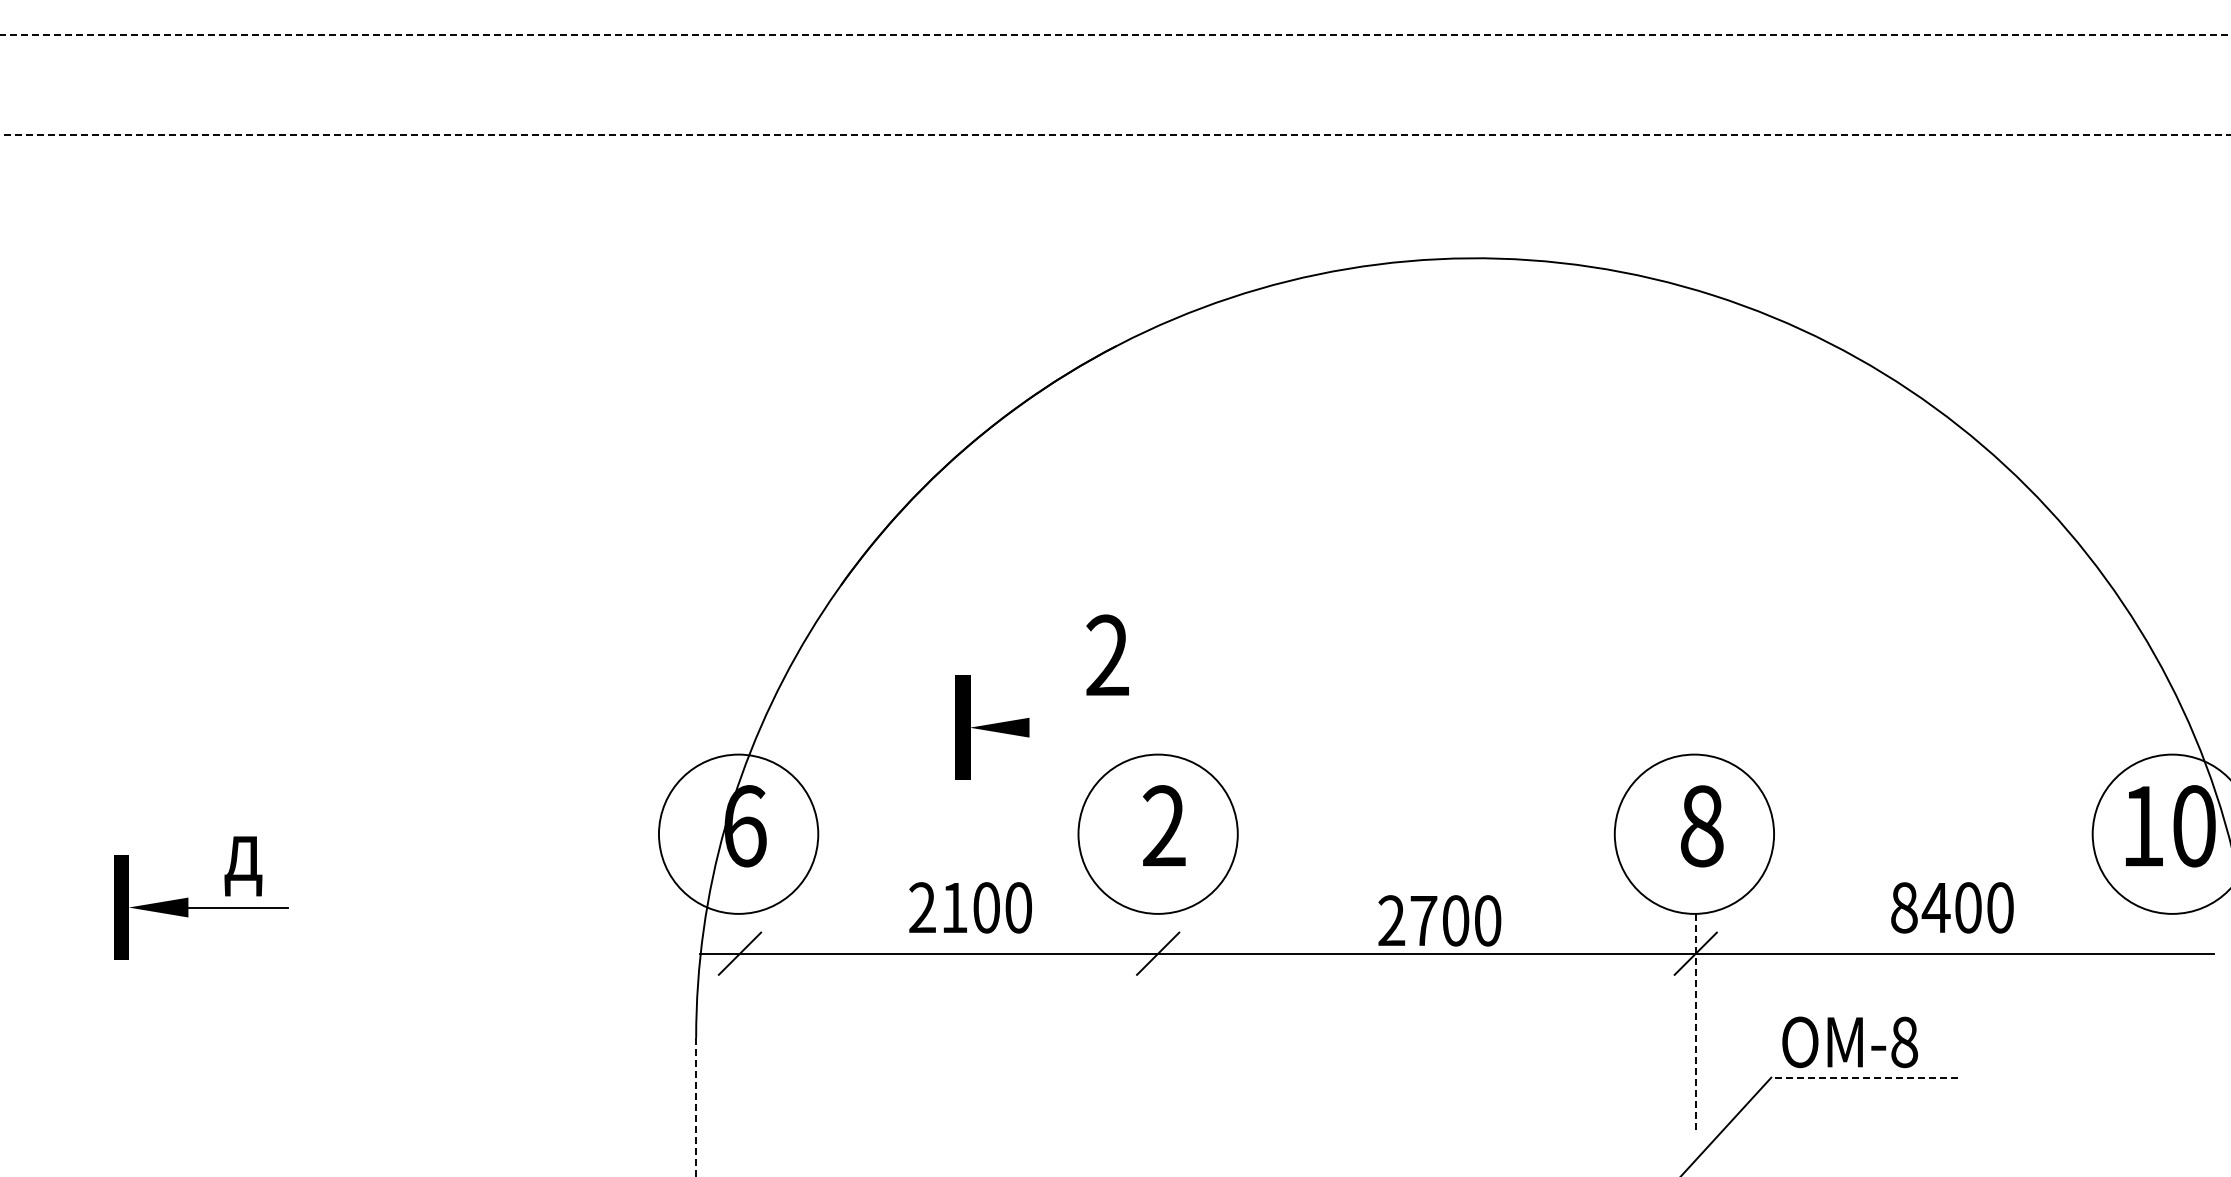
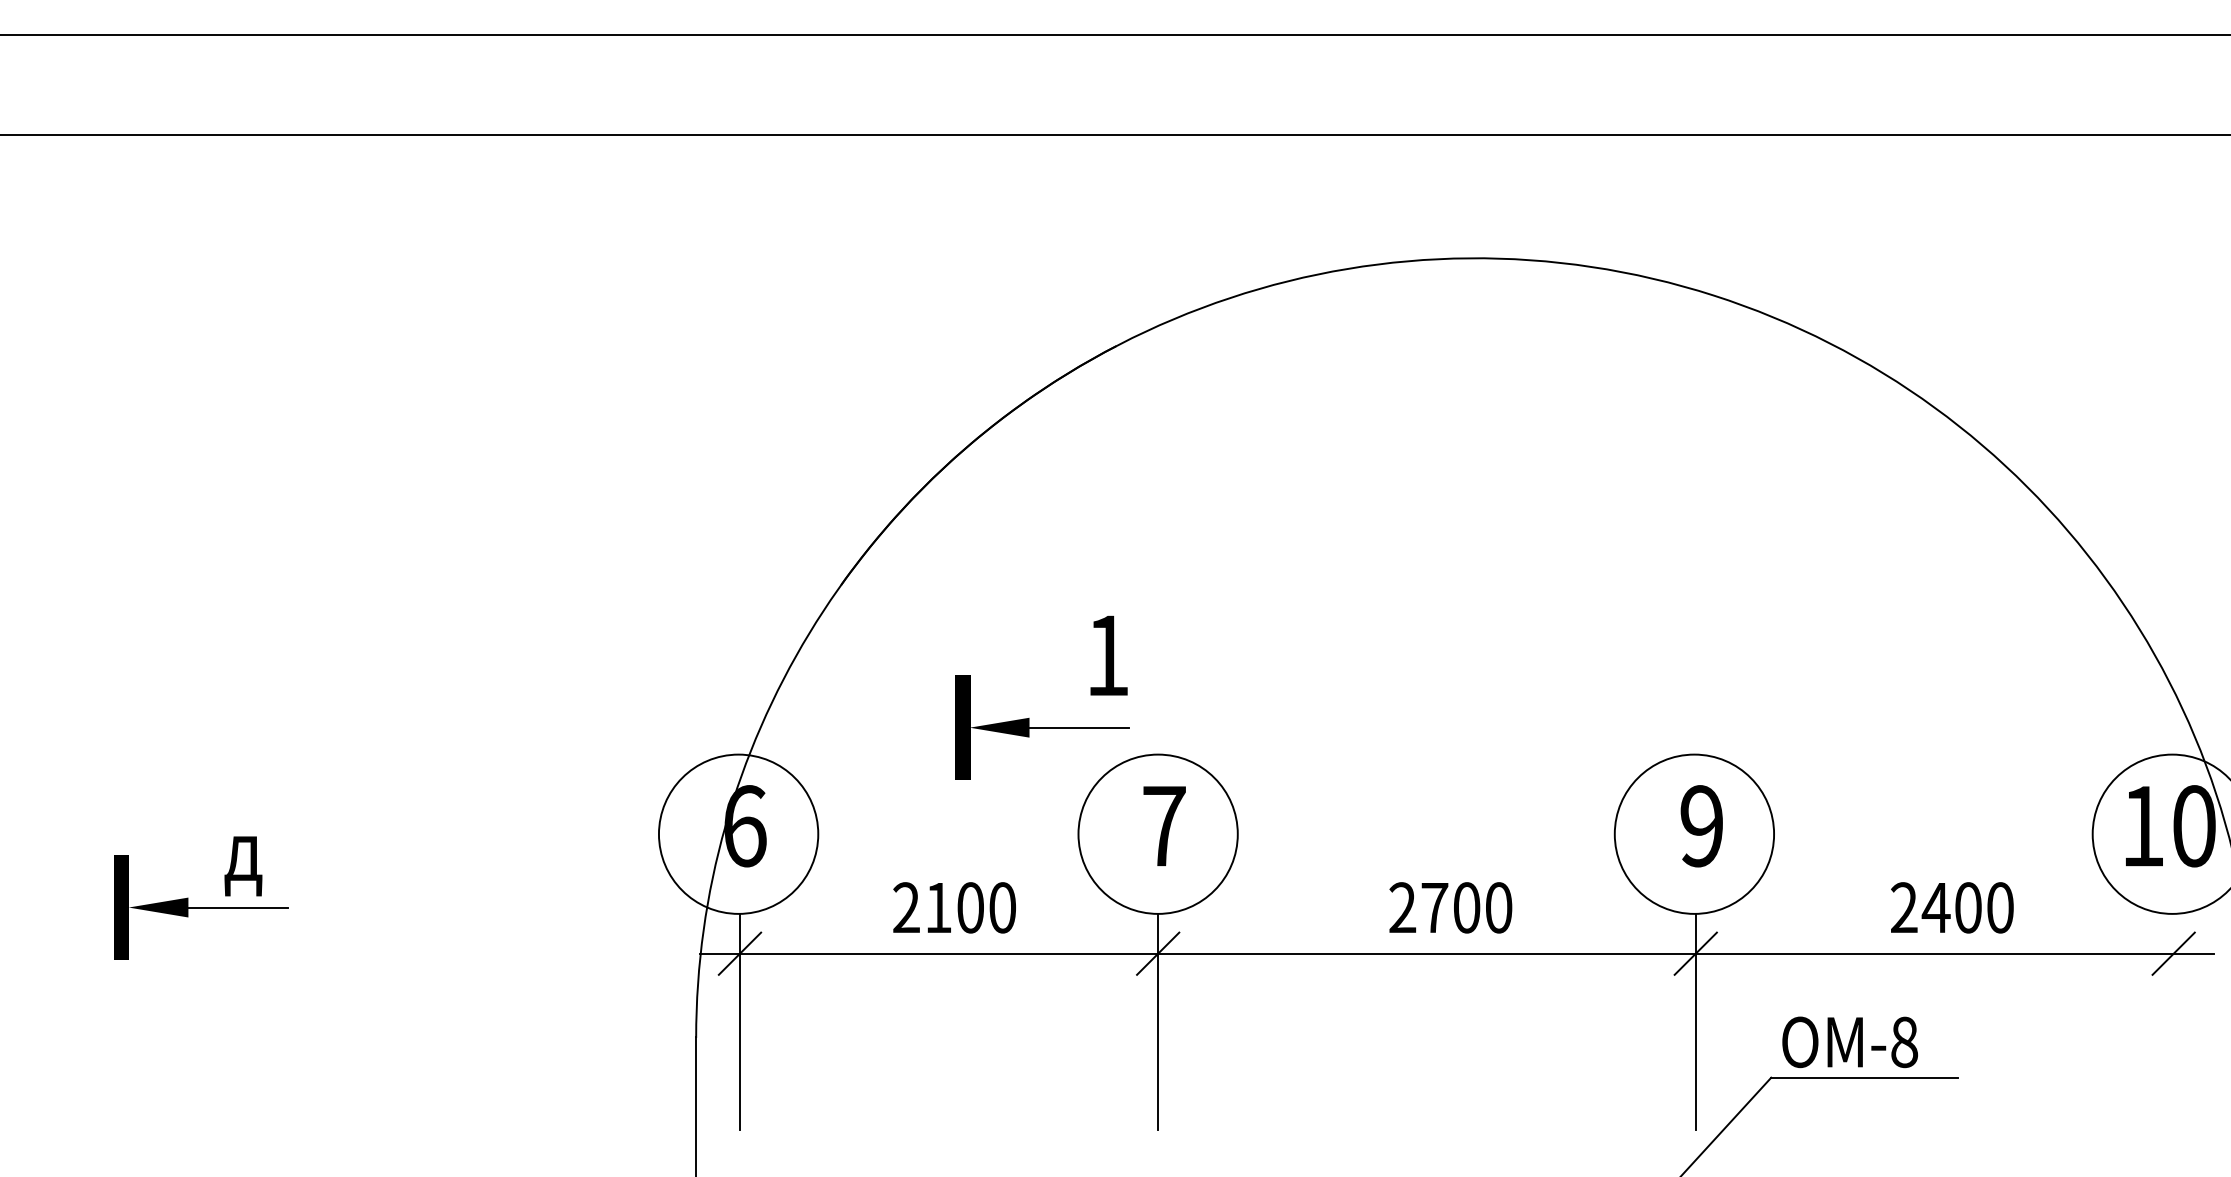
line at (1114, 35): dashed -> solid
line at (1115, 134): dashed -> solid
text at (1107, 654): 2 -> 1
line at (1079, 727): none -> present
text at (1163, 825): 2 -> 7
text at (1701, 826): 8 -> 9
text at (970, 907) position: (970, 907) -> (954, 907)
text at (1904, 907): 8400 -> 2400
text at (1439, 920) position: (1439, 920) -> (1450, 907)
line at (2173, 953): none -> present
line at (739, 1021): none -> present
line at (1158, 1021): none -> present
line at (1695, 1022): dashed -> solid
line at (1864, 1077): dashed -> solid
line at (696, 1106): dashed -> solid
